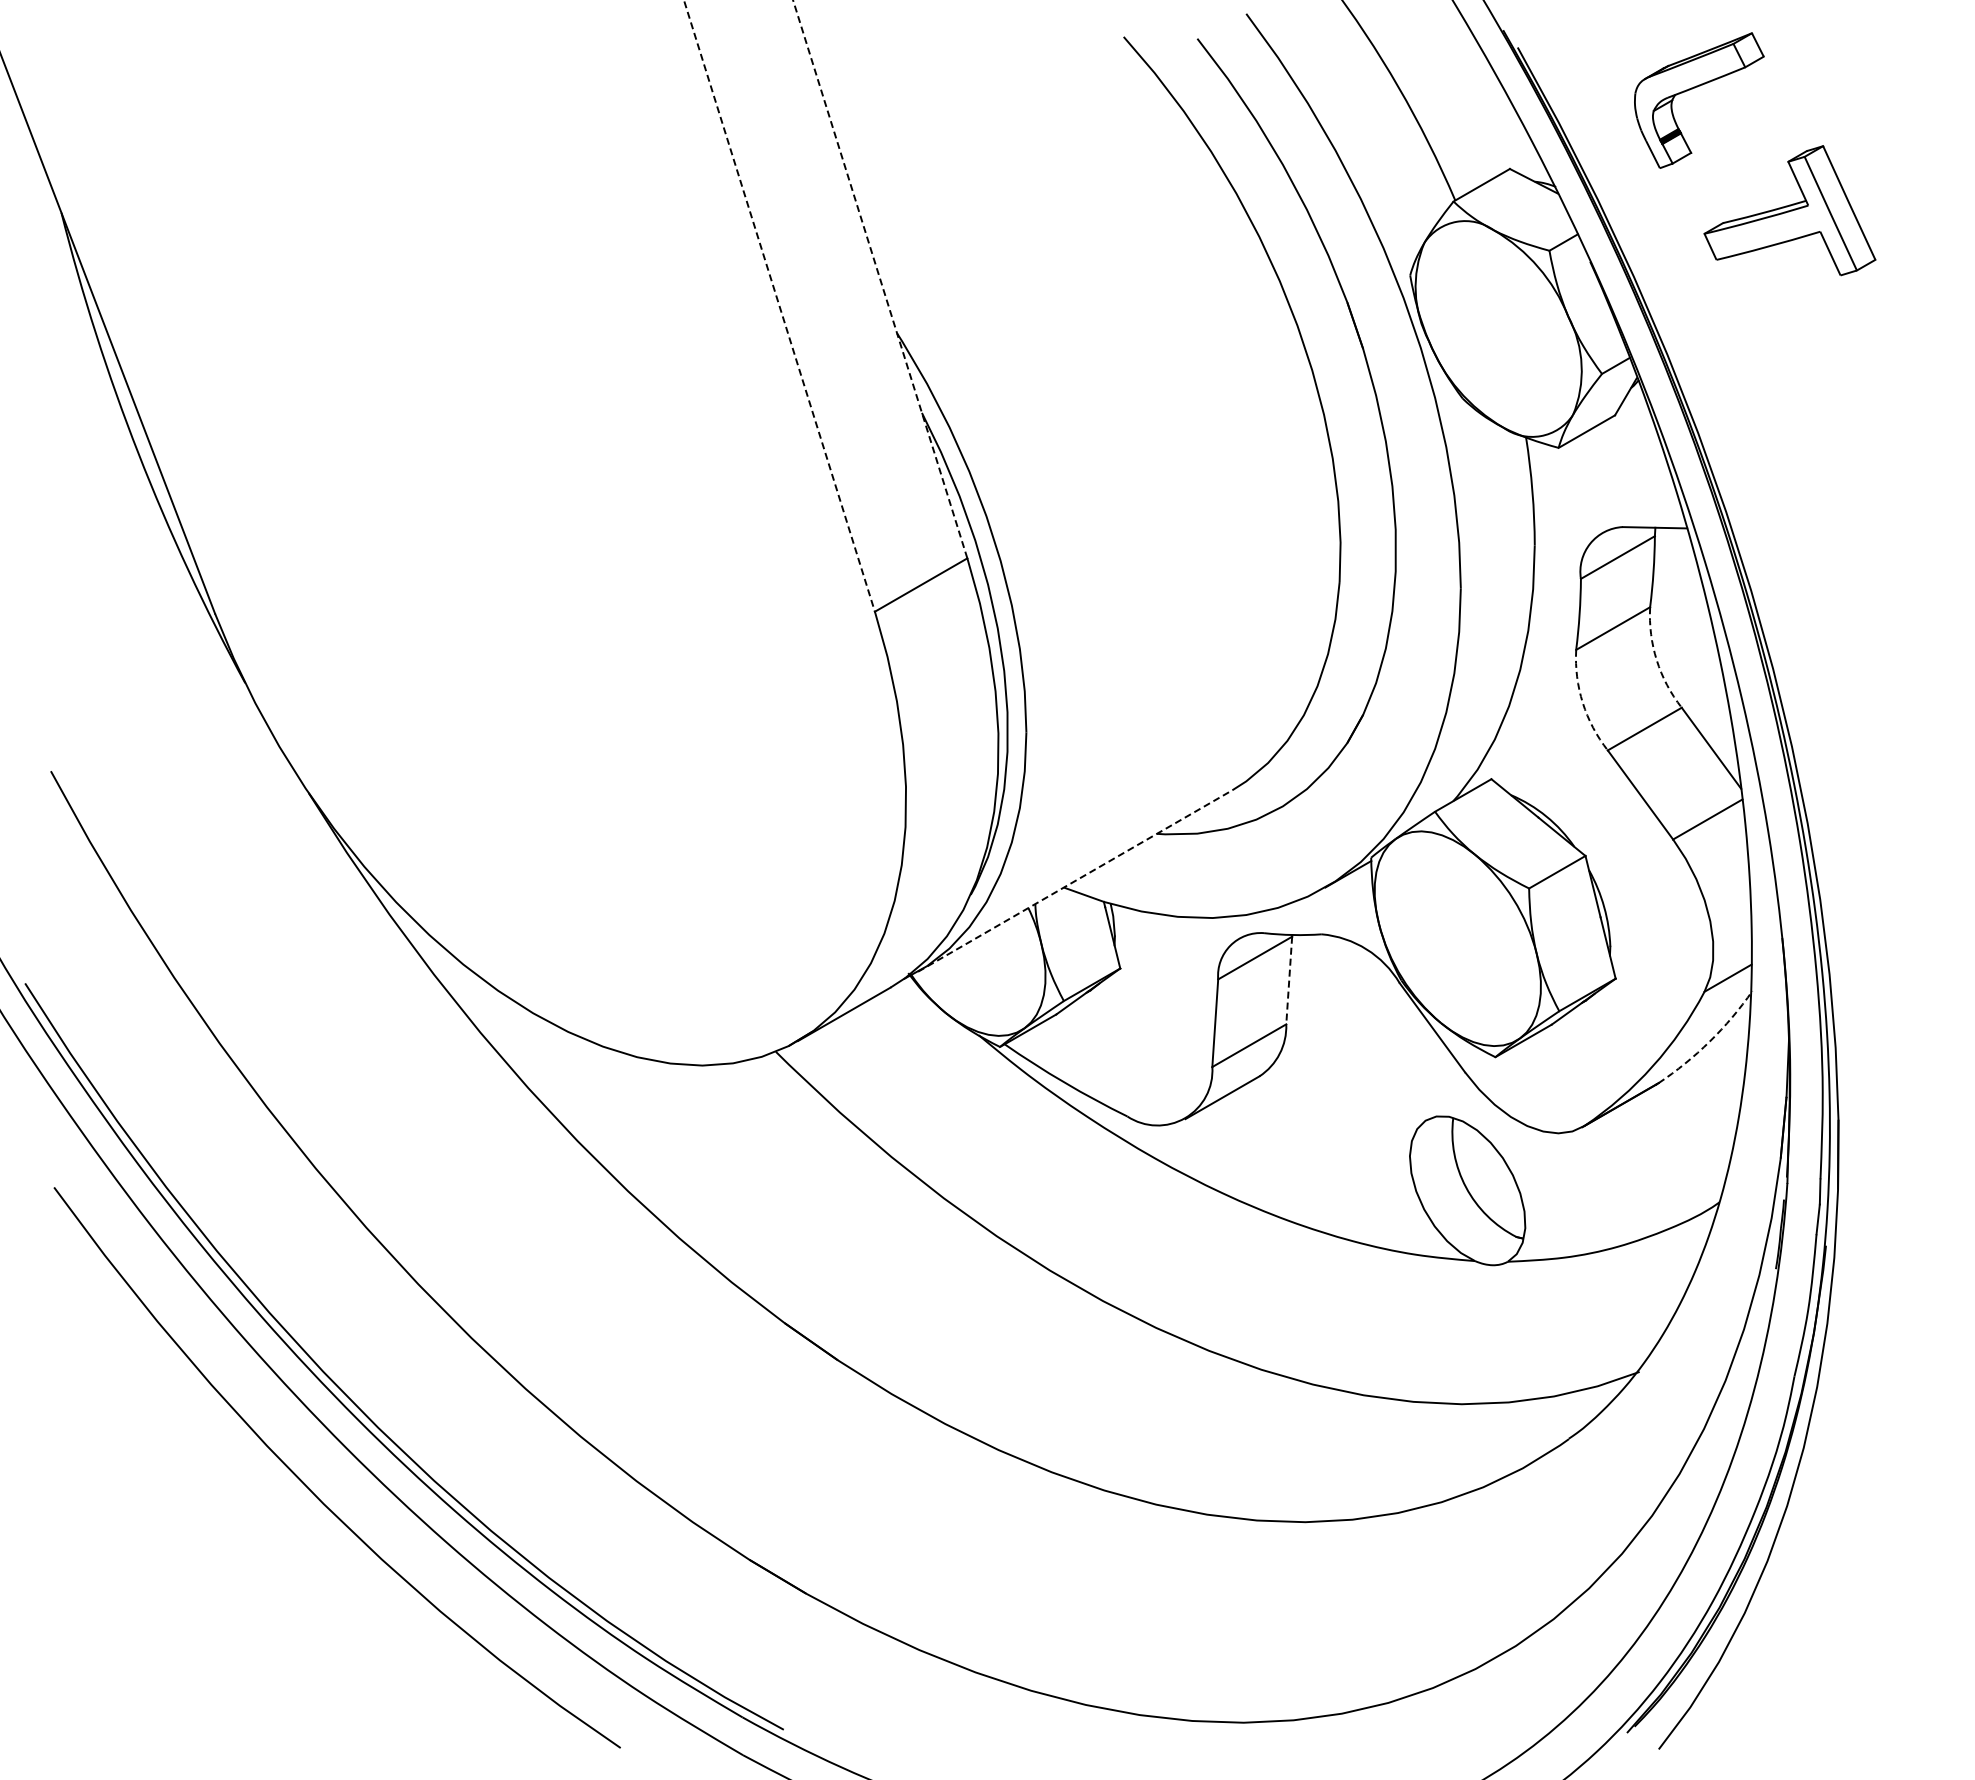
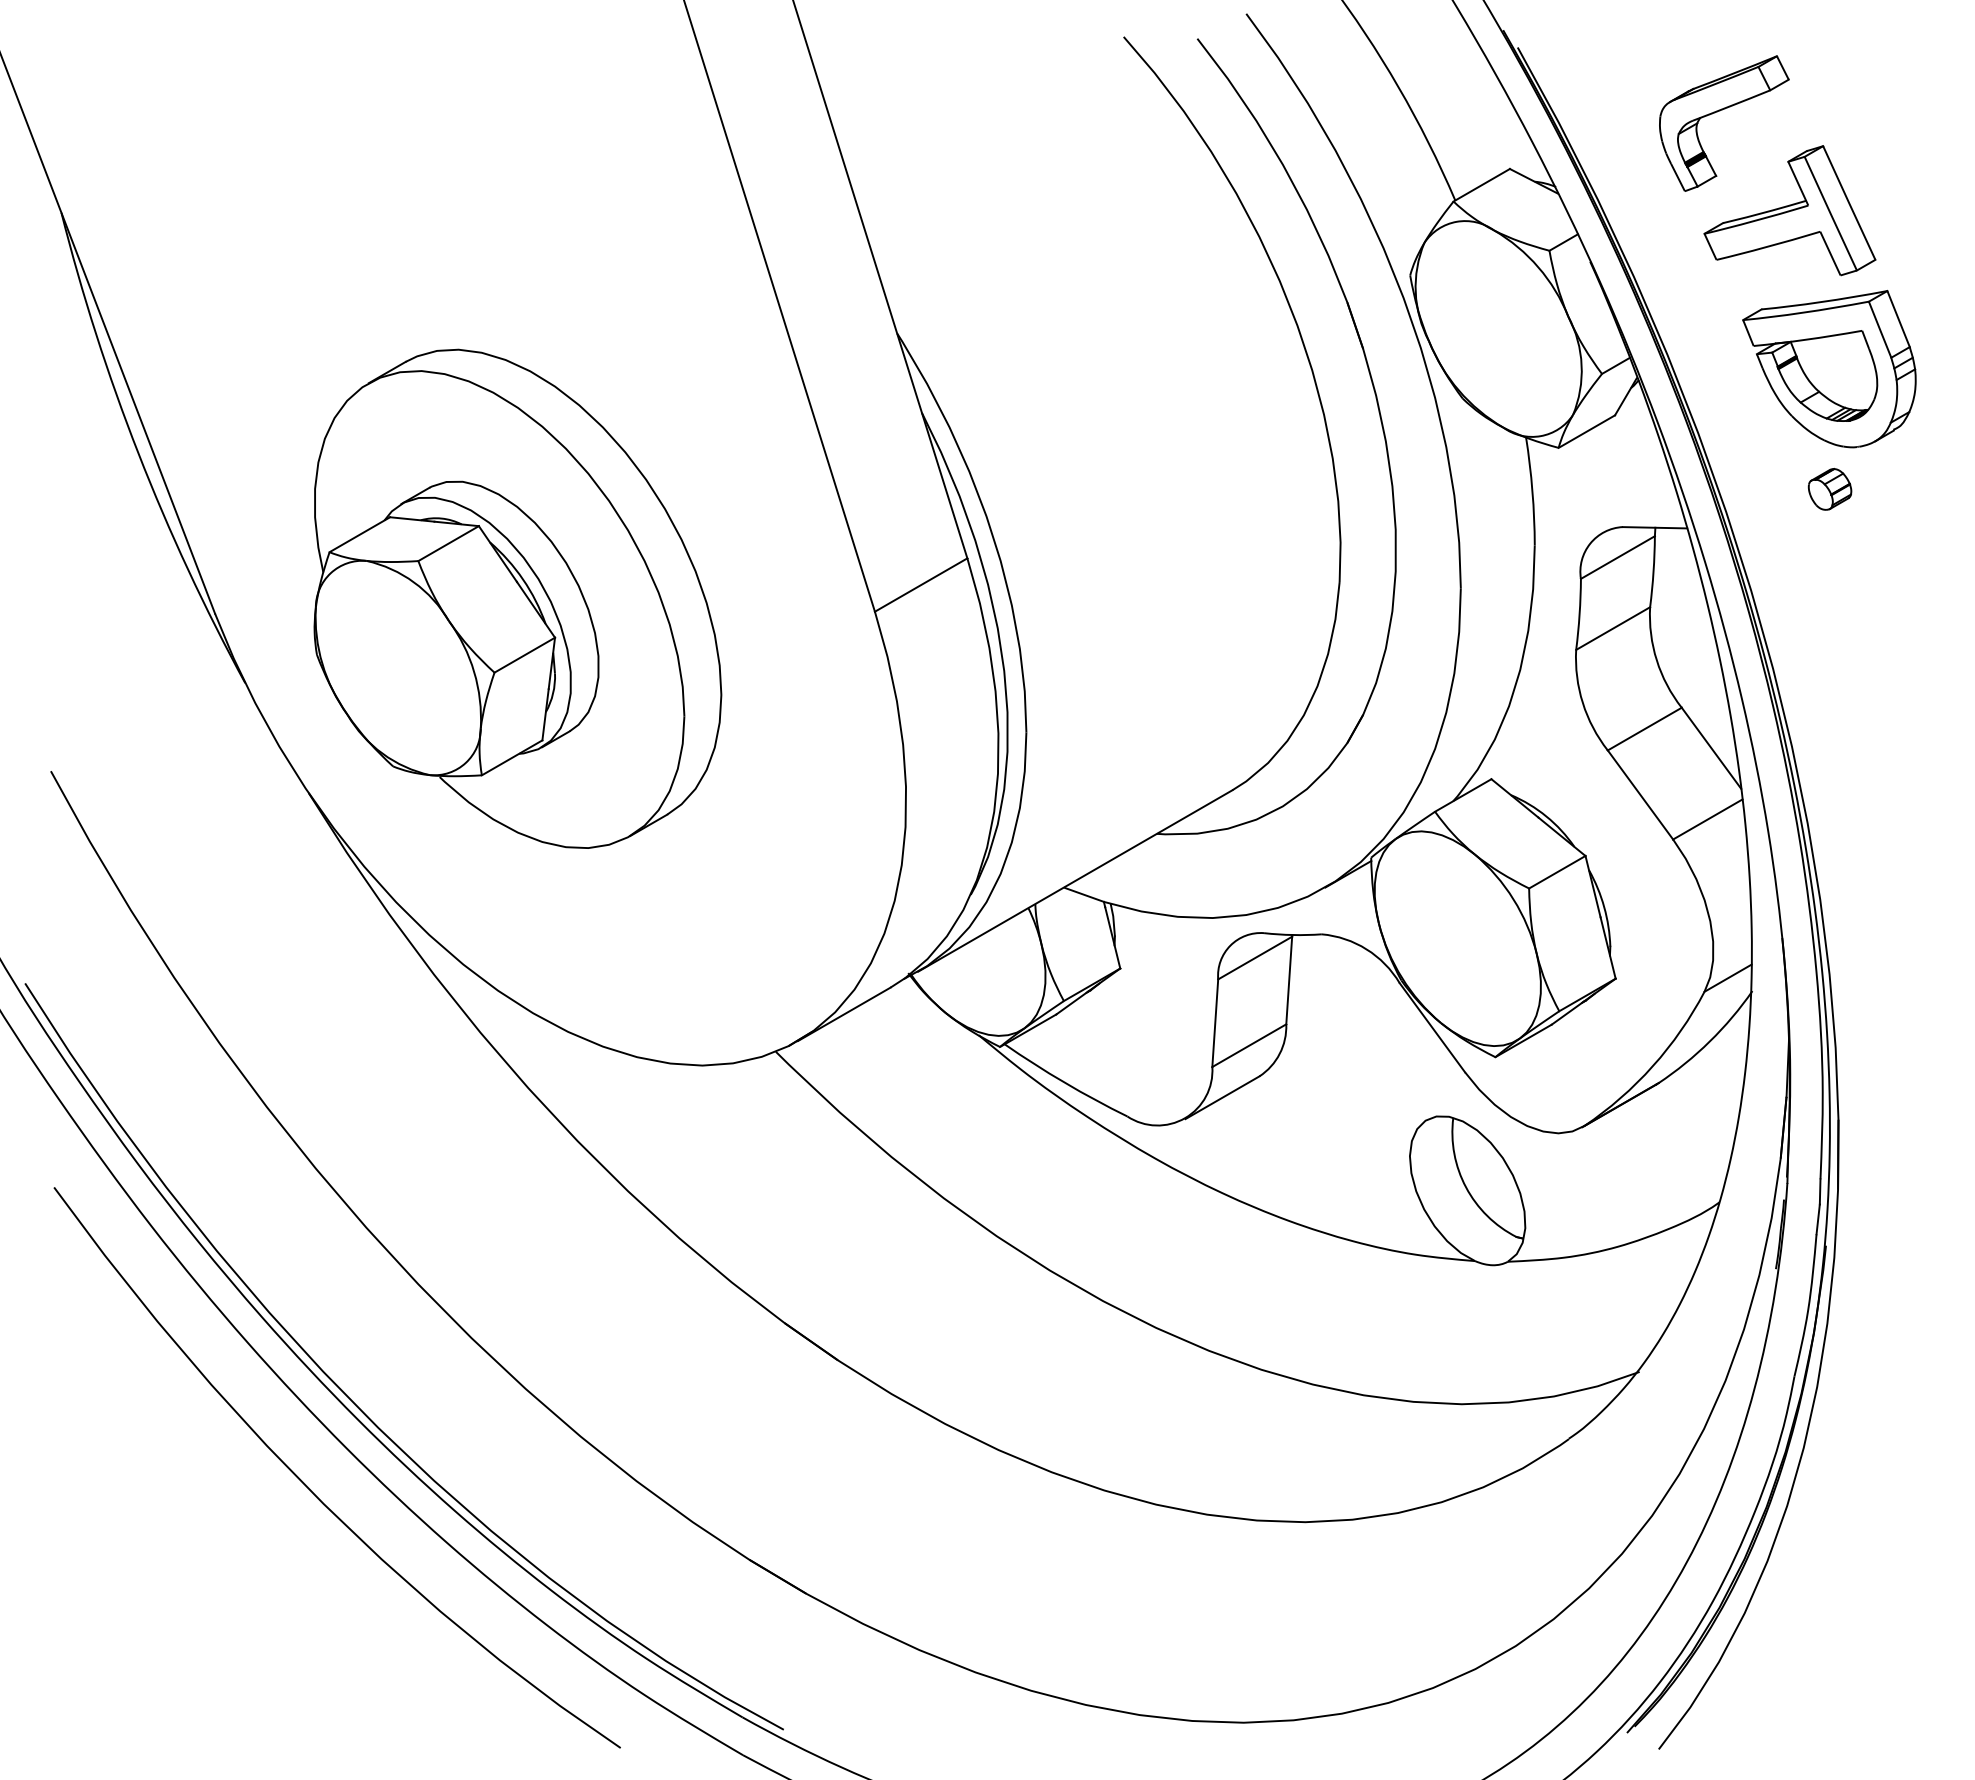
part at (1695, 88) position: (1695, 88) -> (1720, 111)
line at (880, 278): dashed -> solid
line at (779, 306): dashed -> solid
part at (1829, 369): none -> present
part at (1829, 489): none -> present
part at (517, 598): none -> present
arc at (1656, 660): dashed -> solid
arc at (1582, 703): dashed -> solid
line at (1075, 880): dashed -> solid
line at (1289, 980): dashed -> solid
arc at (1709, 1041): dashed -> solid
